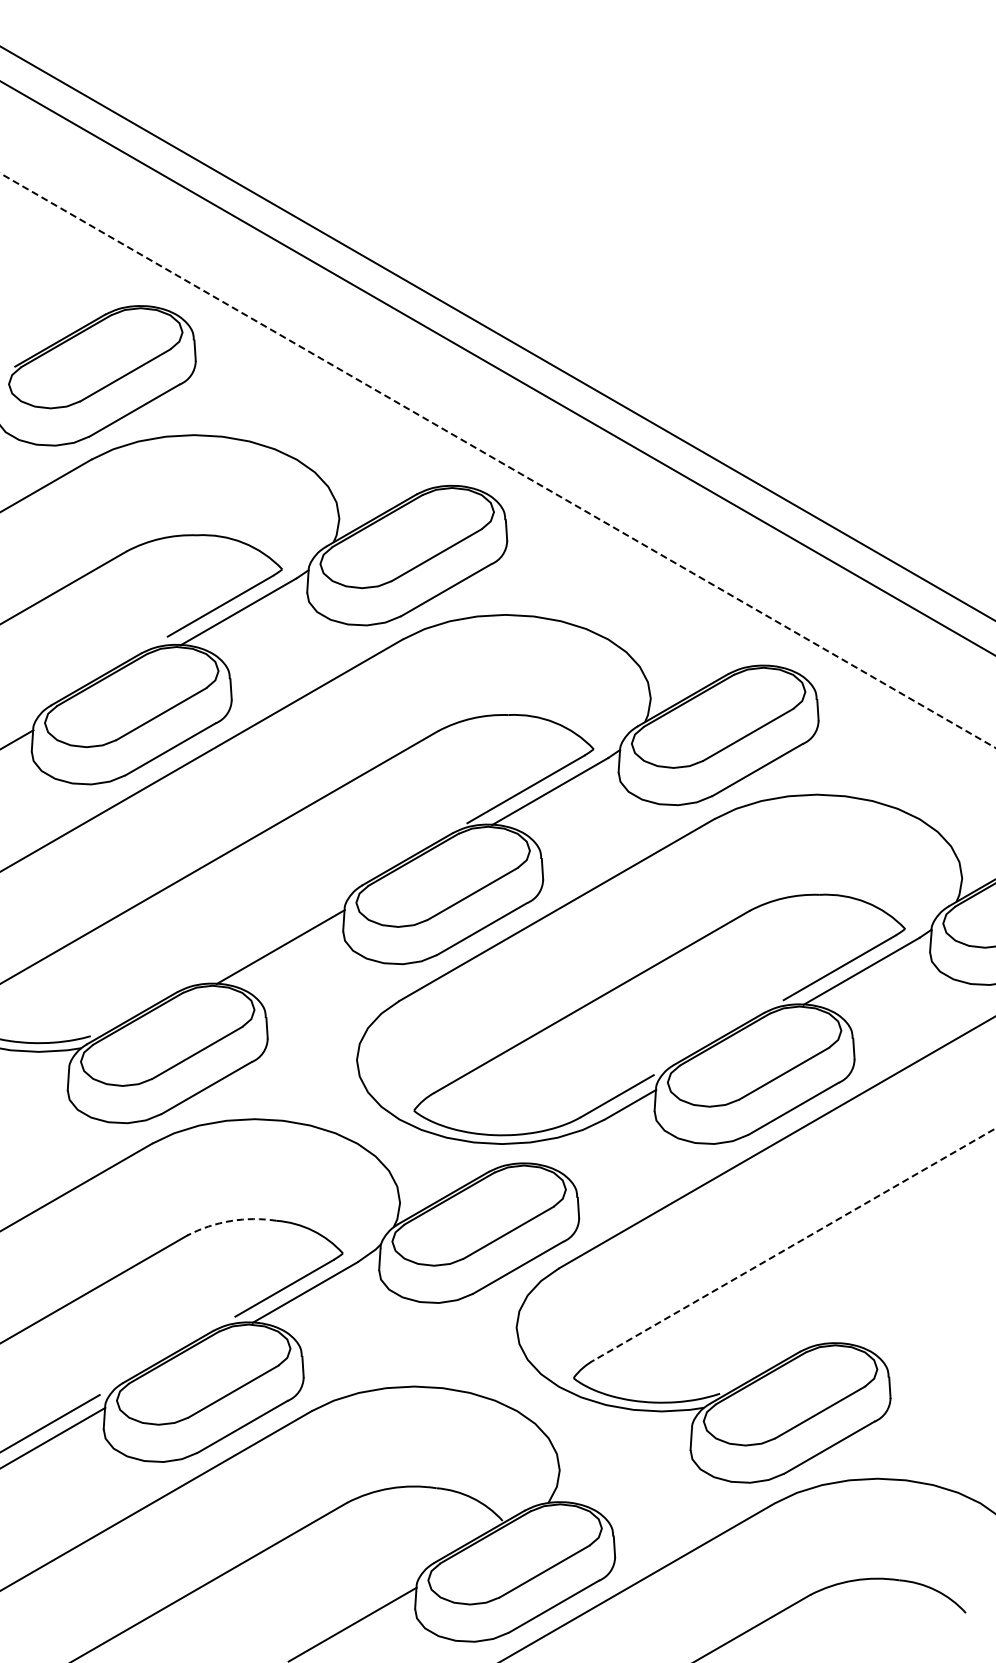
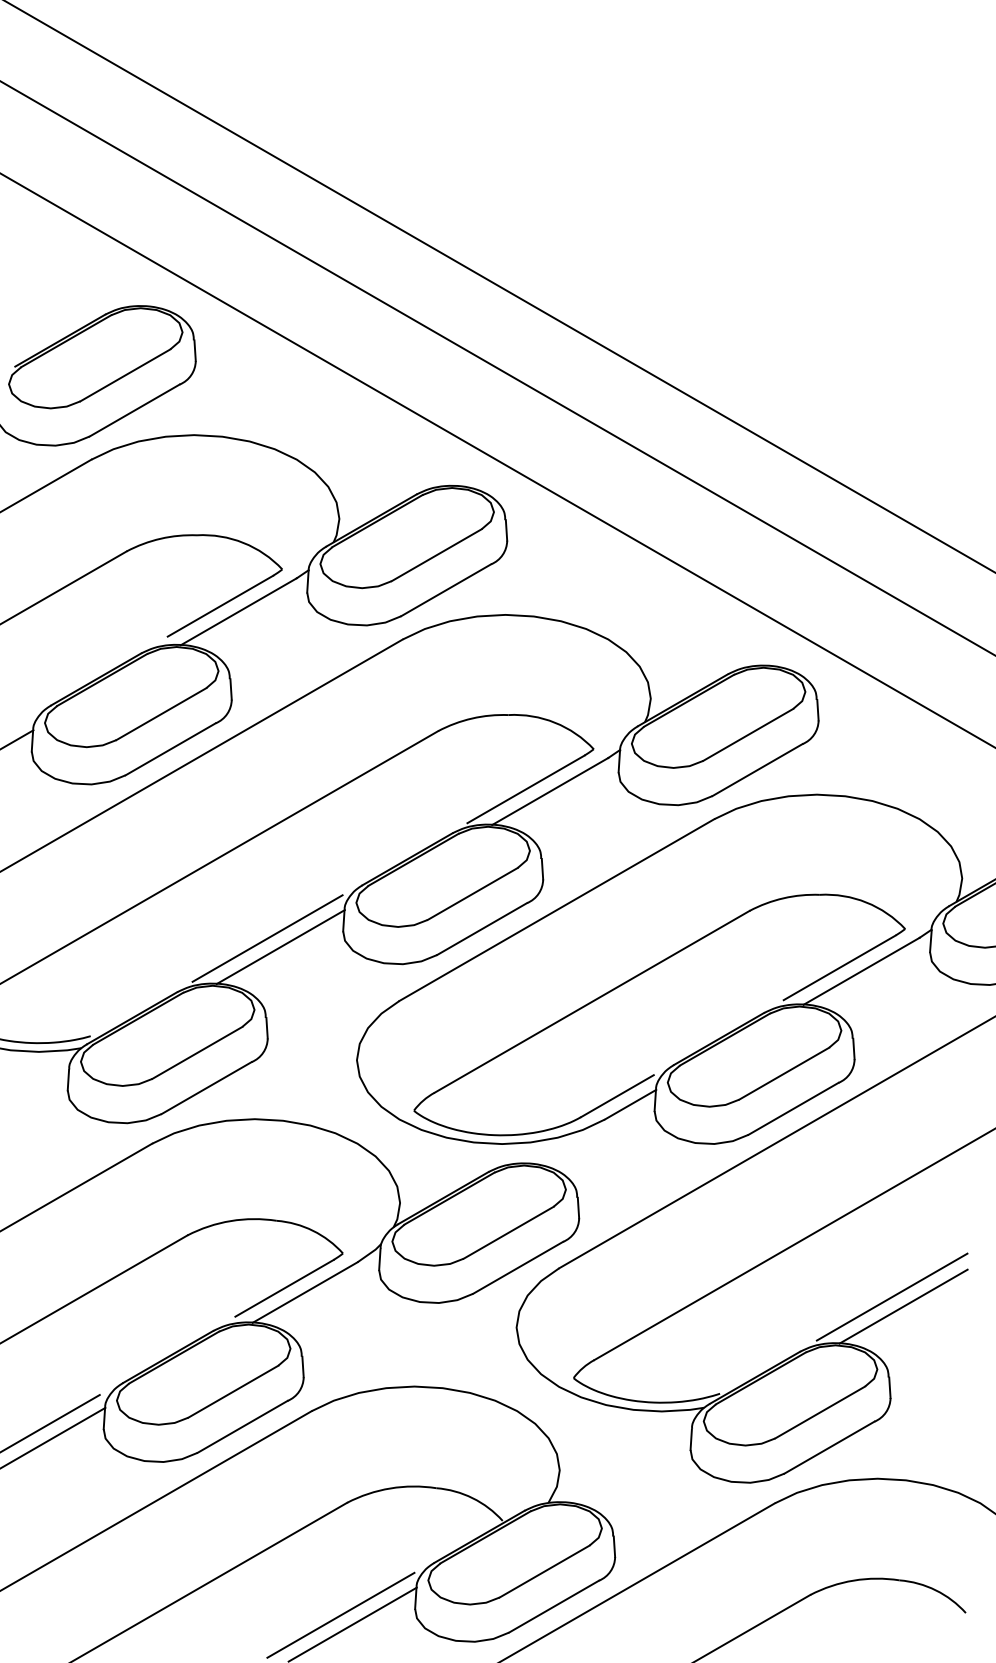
line at (497, 333) position: (497, 333) -> (499, 286)
line at (497, 460): dashed -> solid
line at (267, 938): none -> present
arc at (230, 1221): dashed -> solid
line at (794, 1244): dashed -> solid
line at (891, 1296): none -> present
line at (903, 1306): none -> present
line at (340, 1614): none -> present
